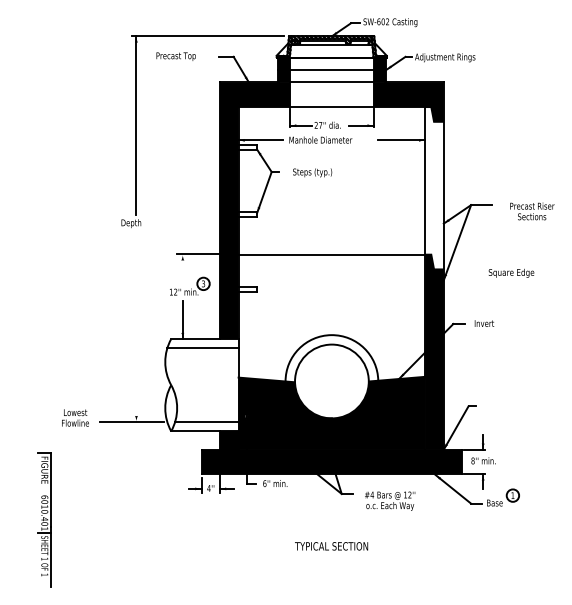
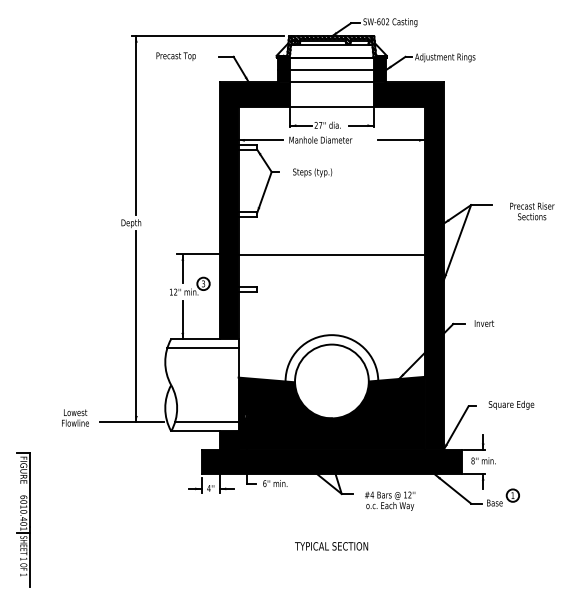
fill at (434, 188): none -> present
line at (182, 268): none -> present
text at (511, 272) position: (511, 272) -> (511, 404)
line at (136, 326): none -> present
part at (44, 519) position: (44, 519) -> (23, 519)
